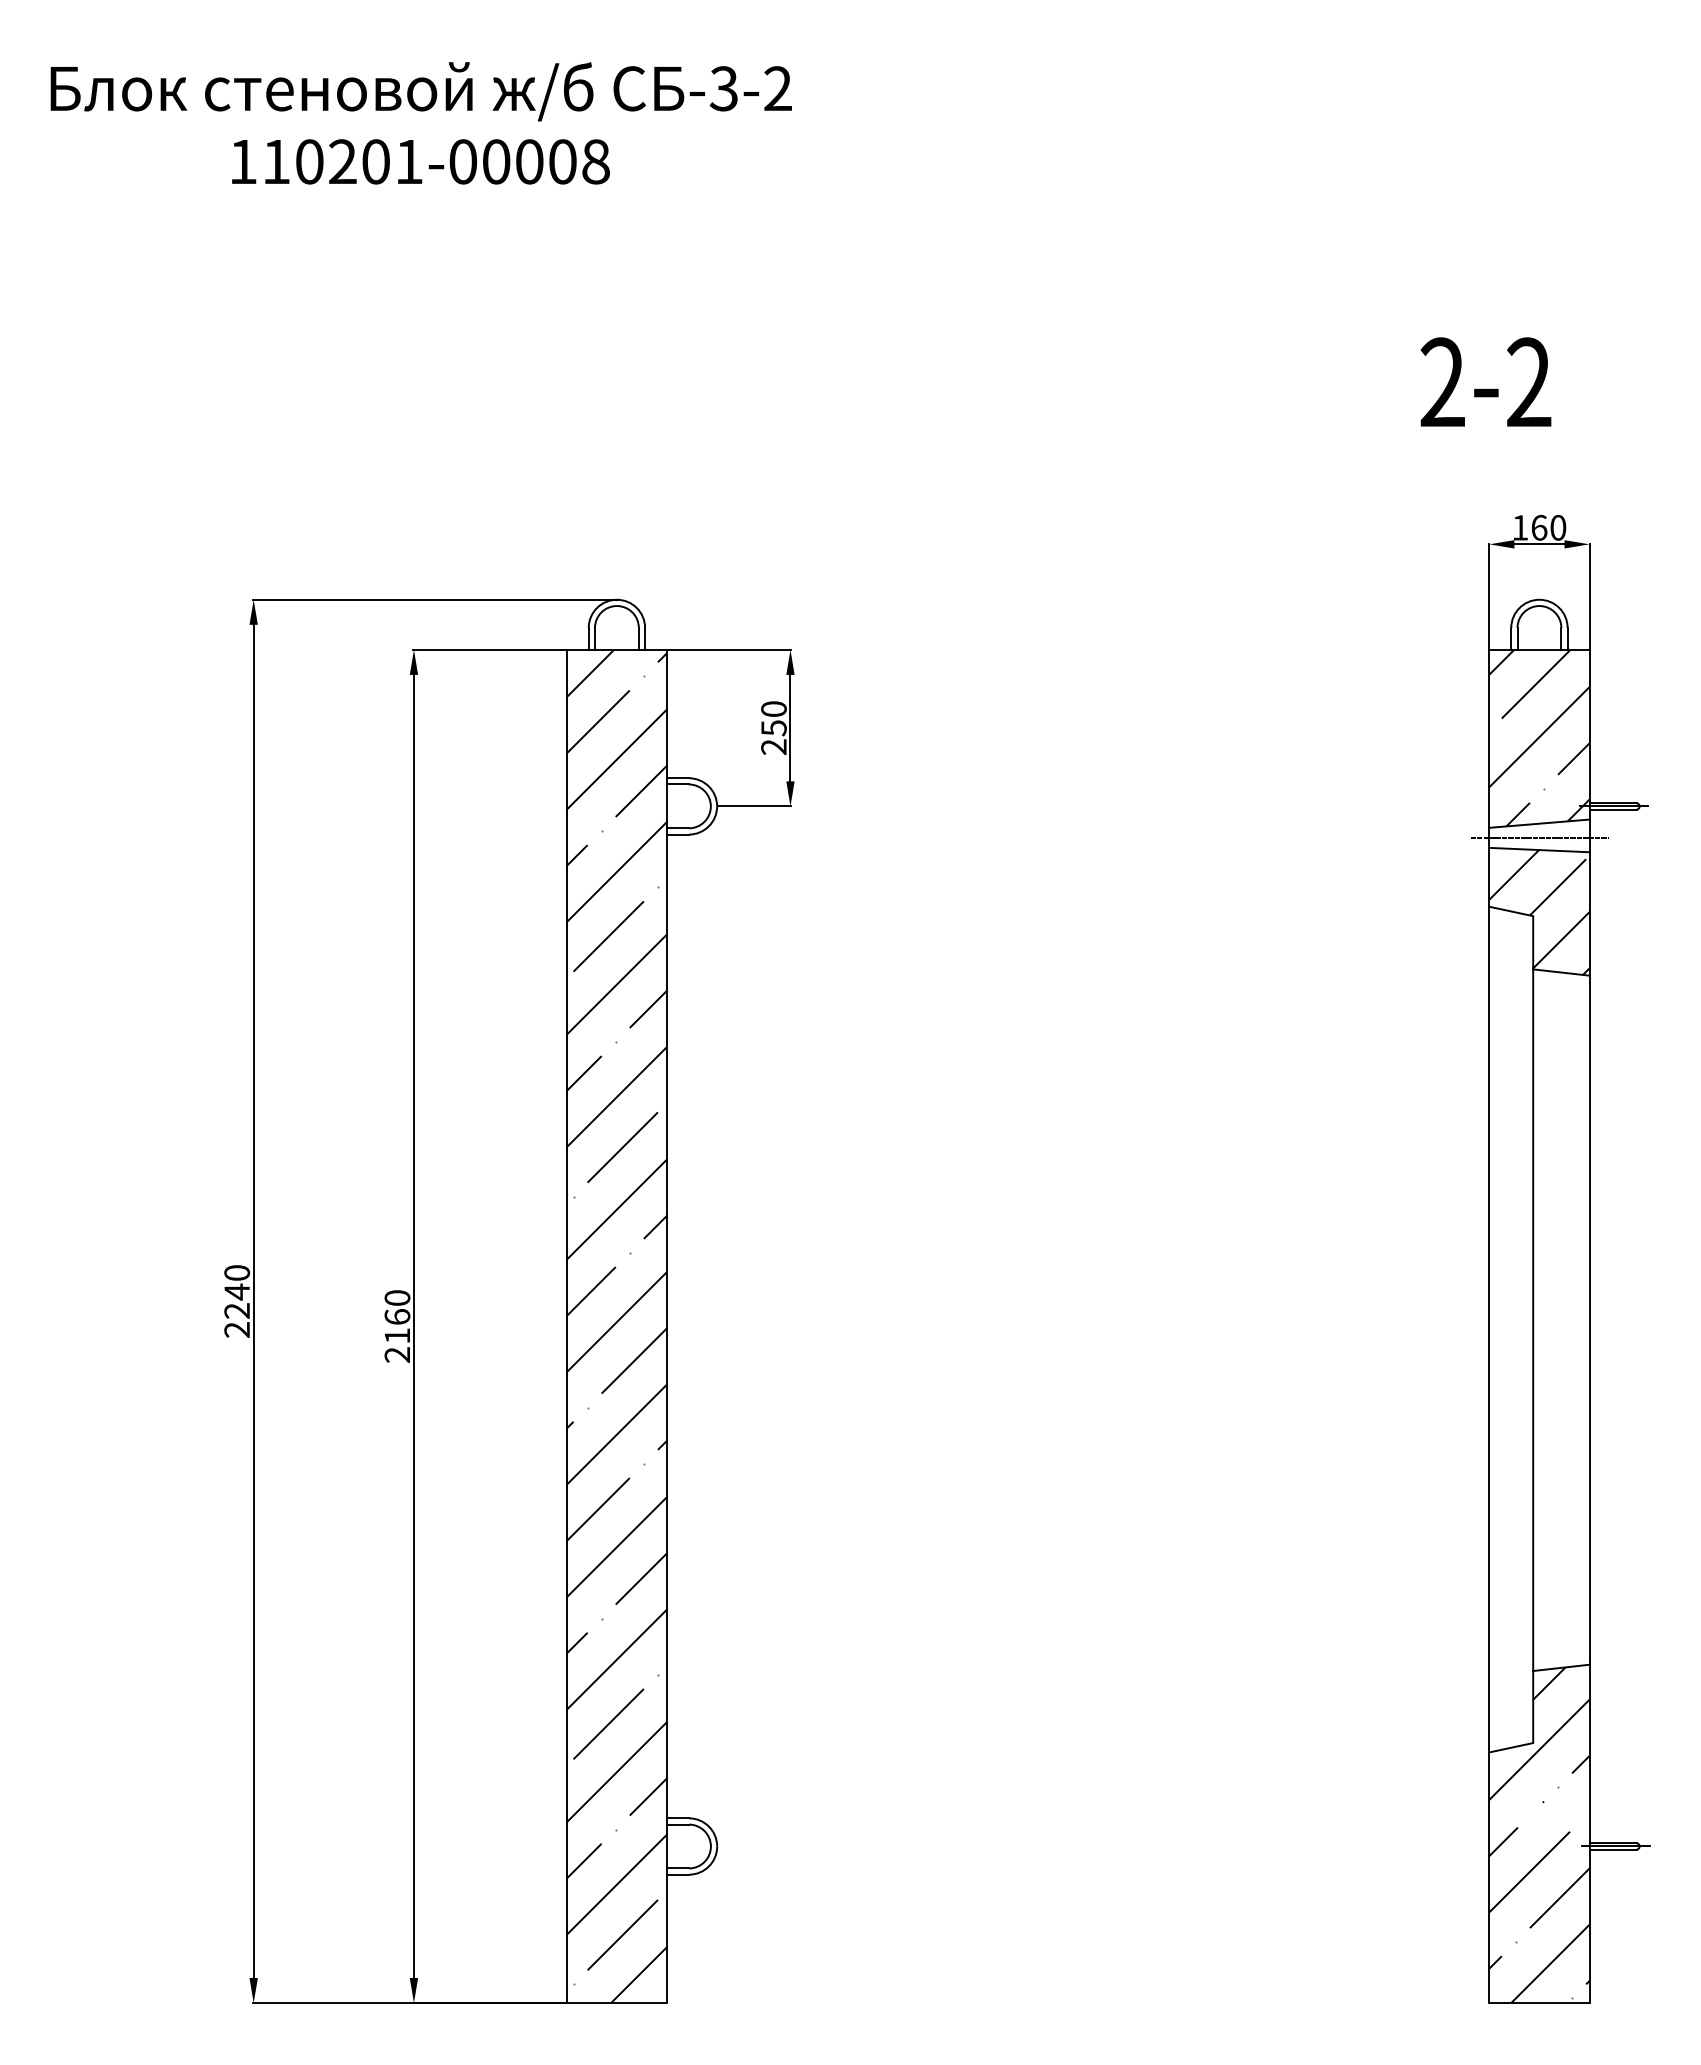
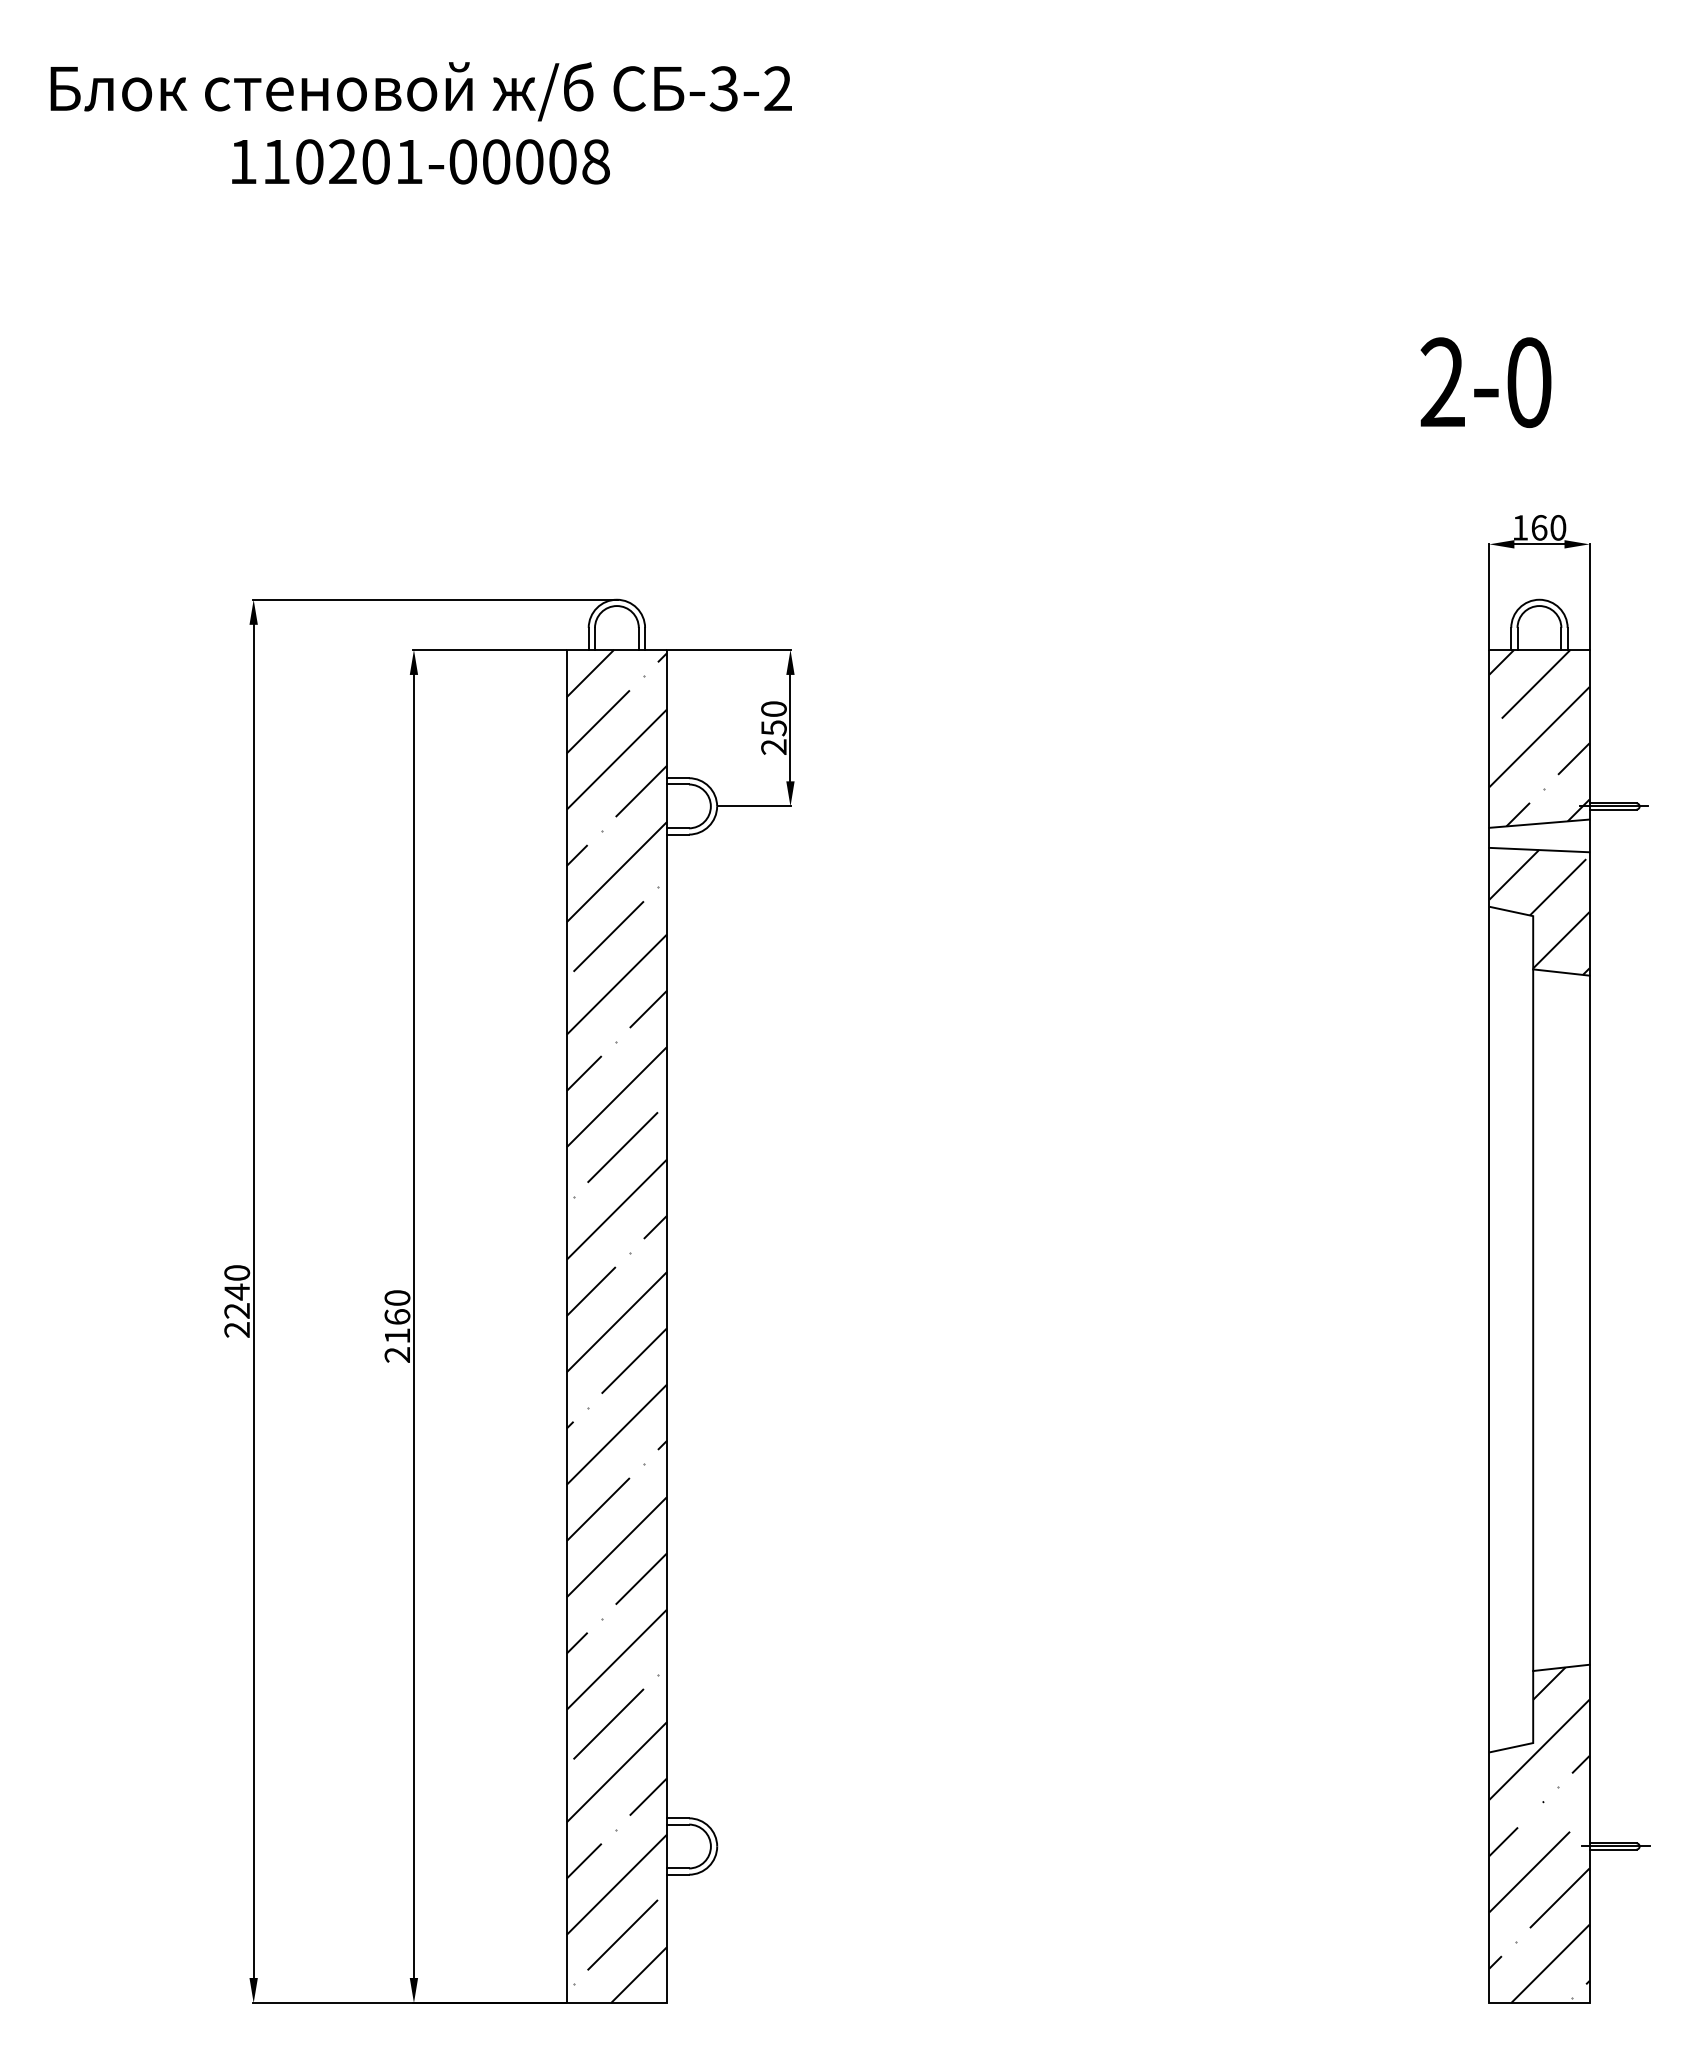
text at (1529, 382): 2-2 -> 2-0
line at (1539, 837): present -> none
